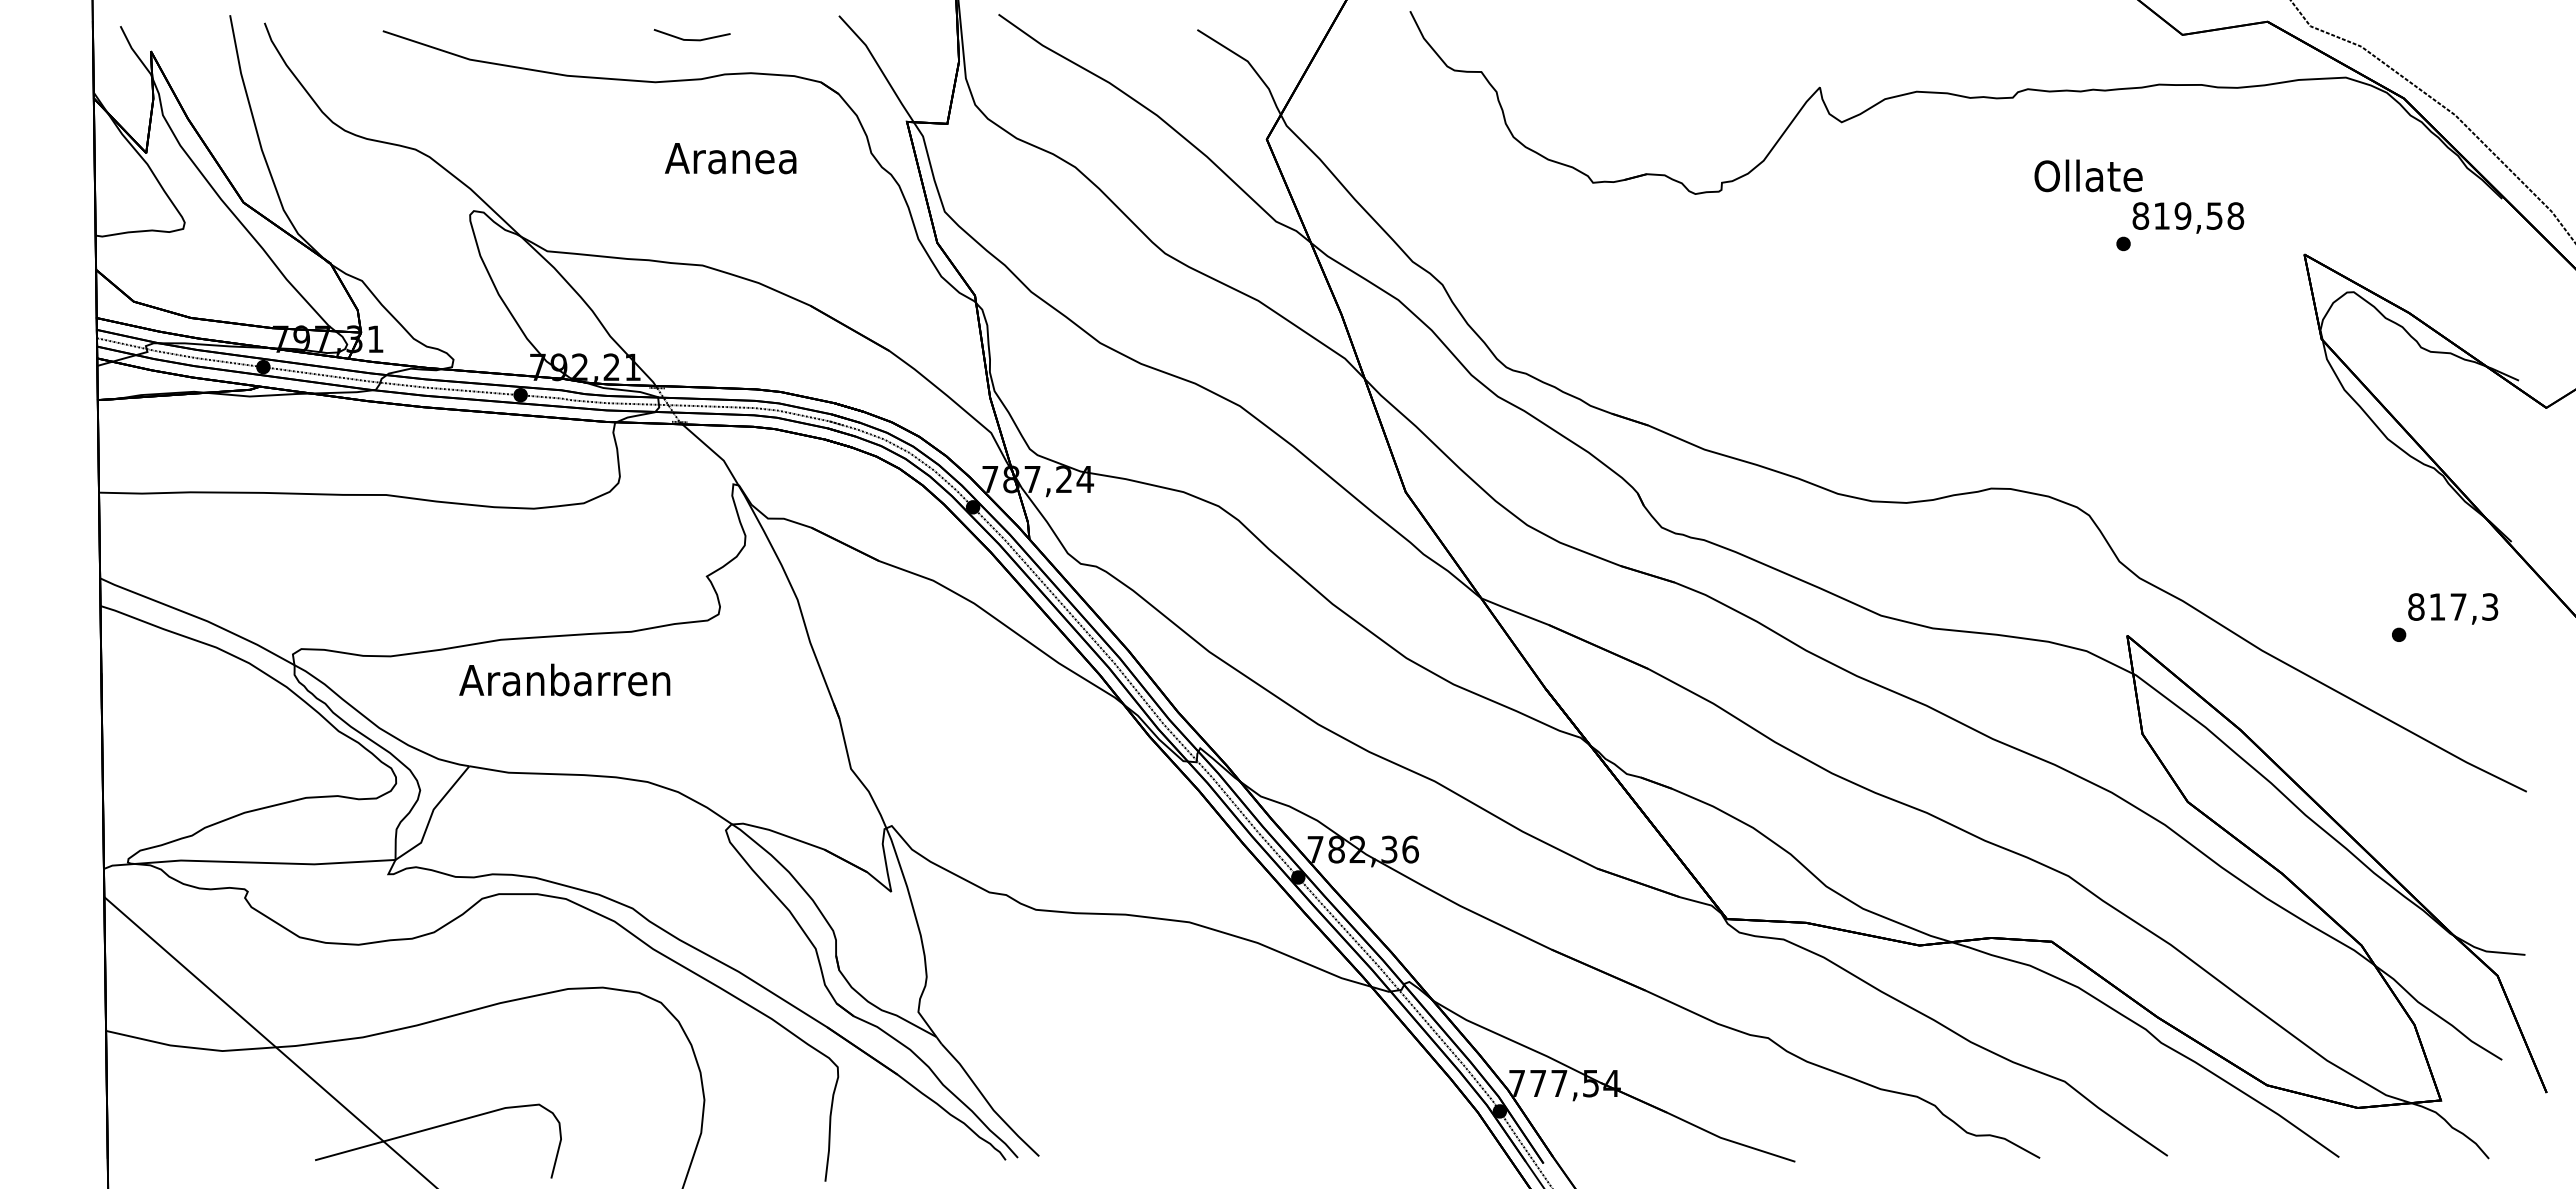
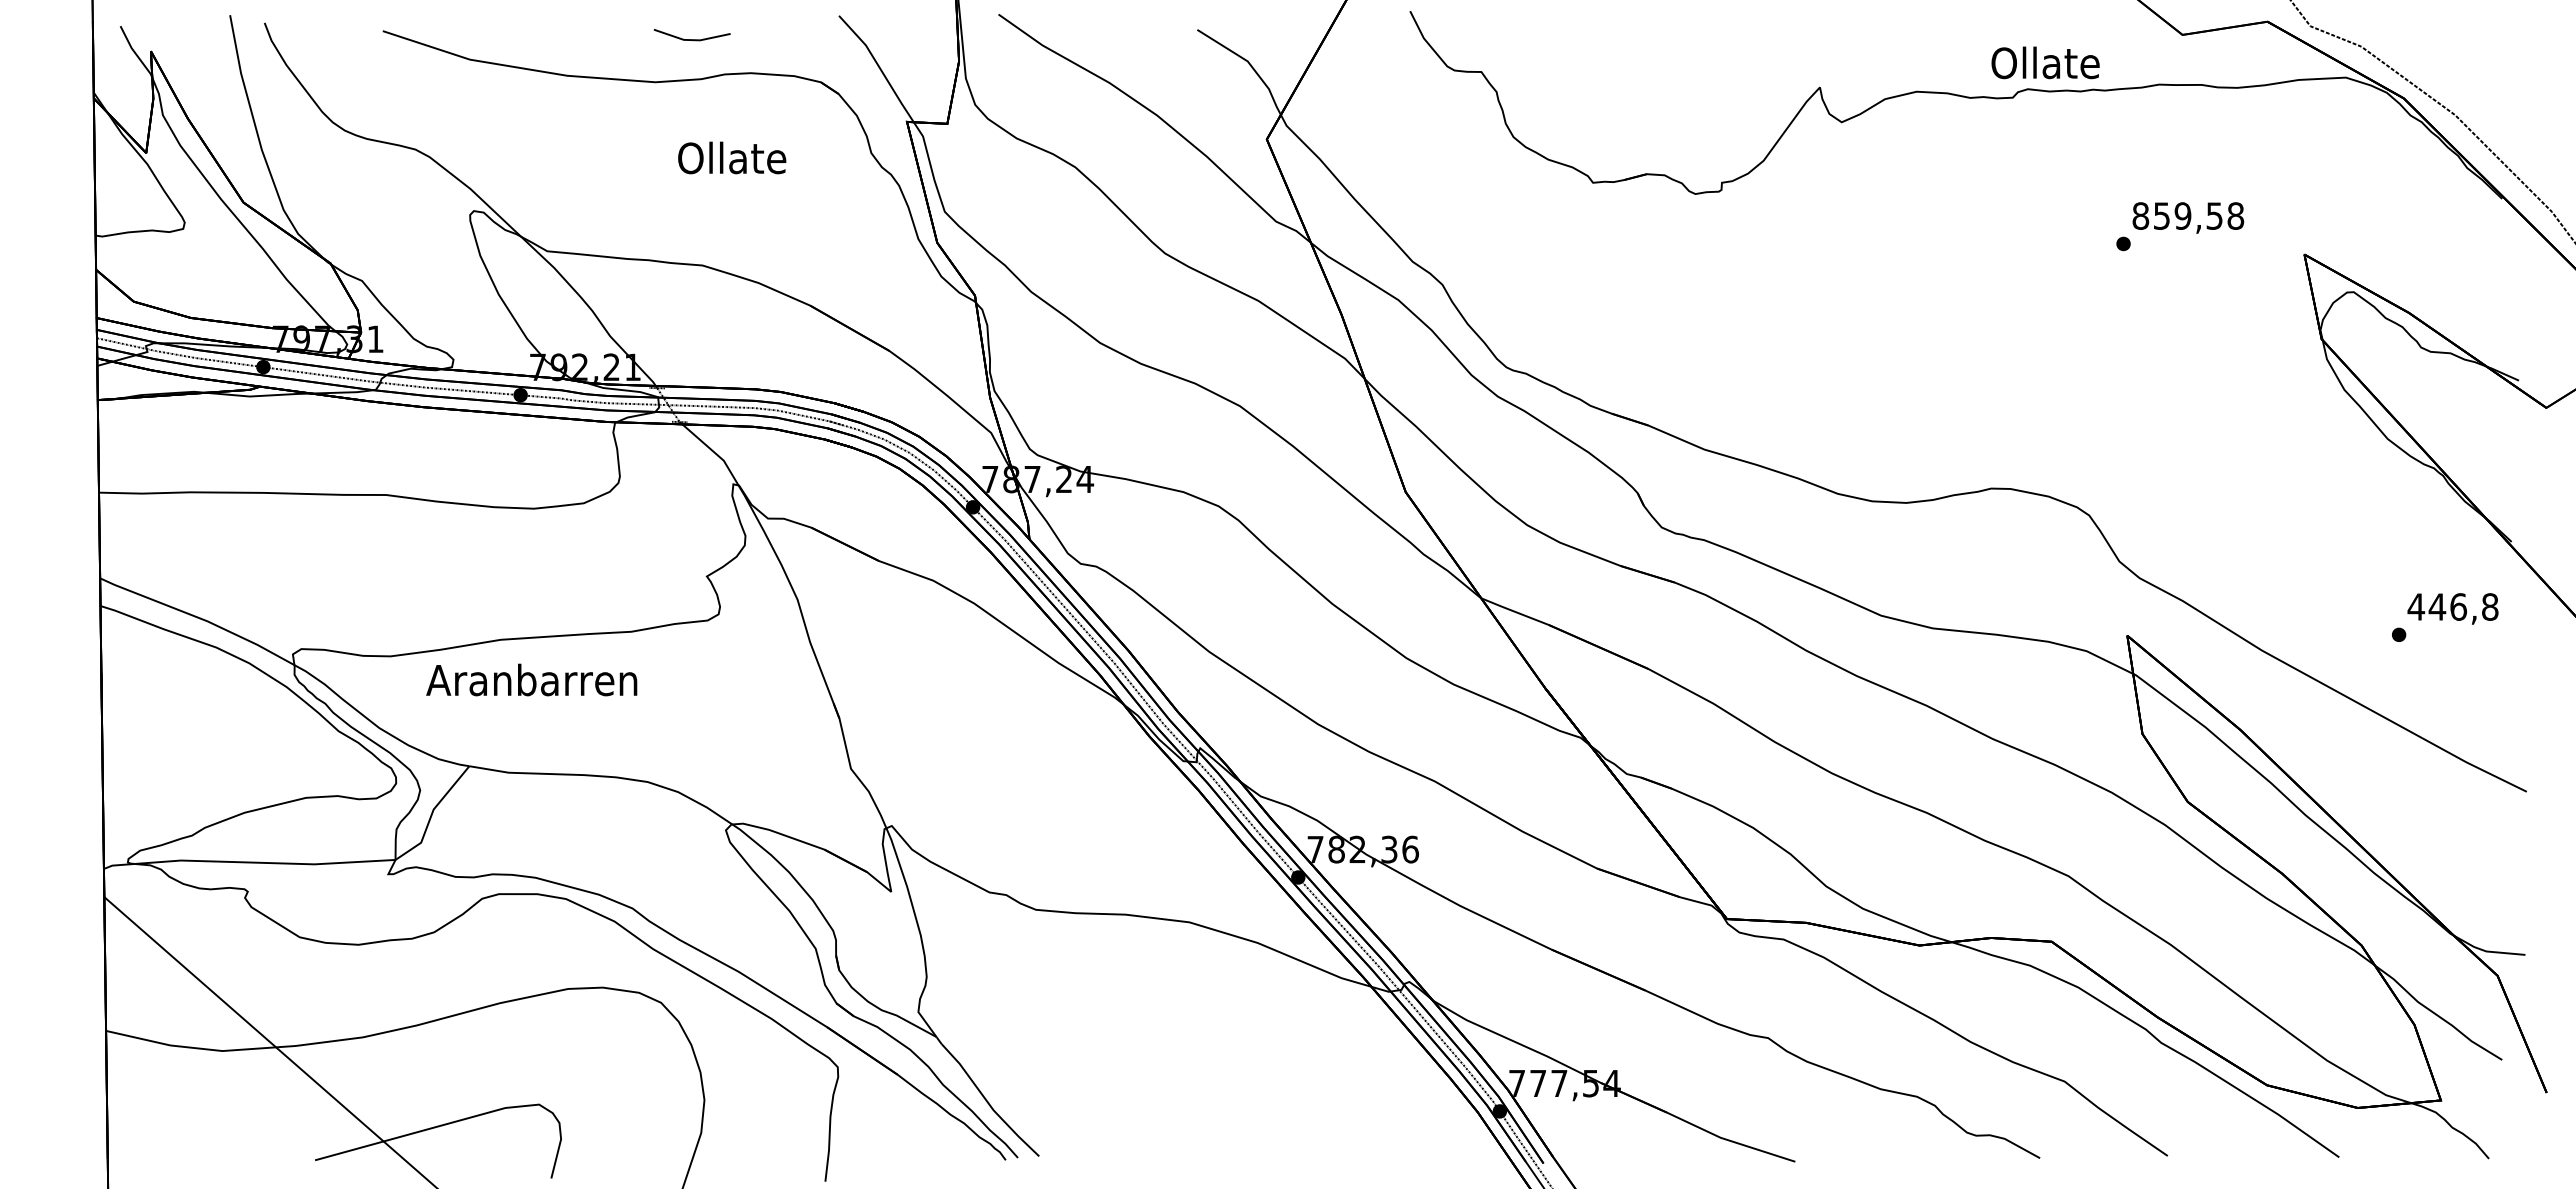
text at (730, 157): Aranea -> Ollate
text at (2088, 175) position: (2088, 175) -> (2045, 62)
text at (2161, 215): 819,58 -> 859,58
text at (2452, 606): 817,3 -> 446,8
text at (564, 679) position: (564, 679) -> (531, 679)
